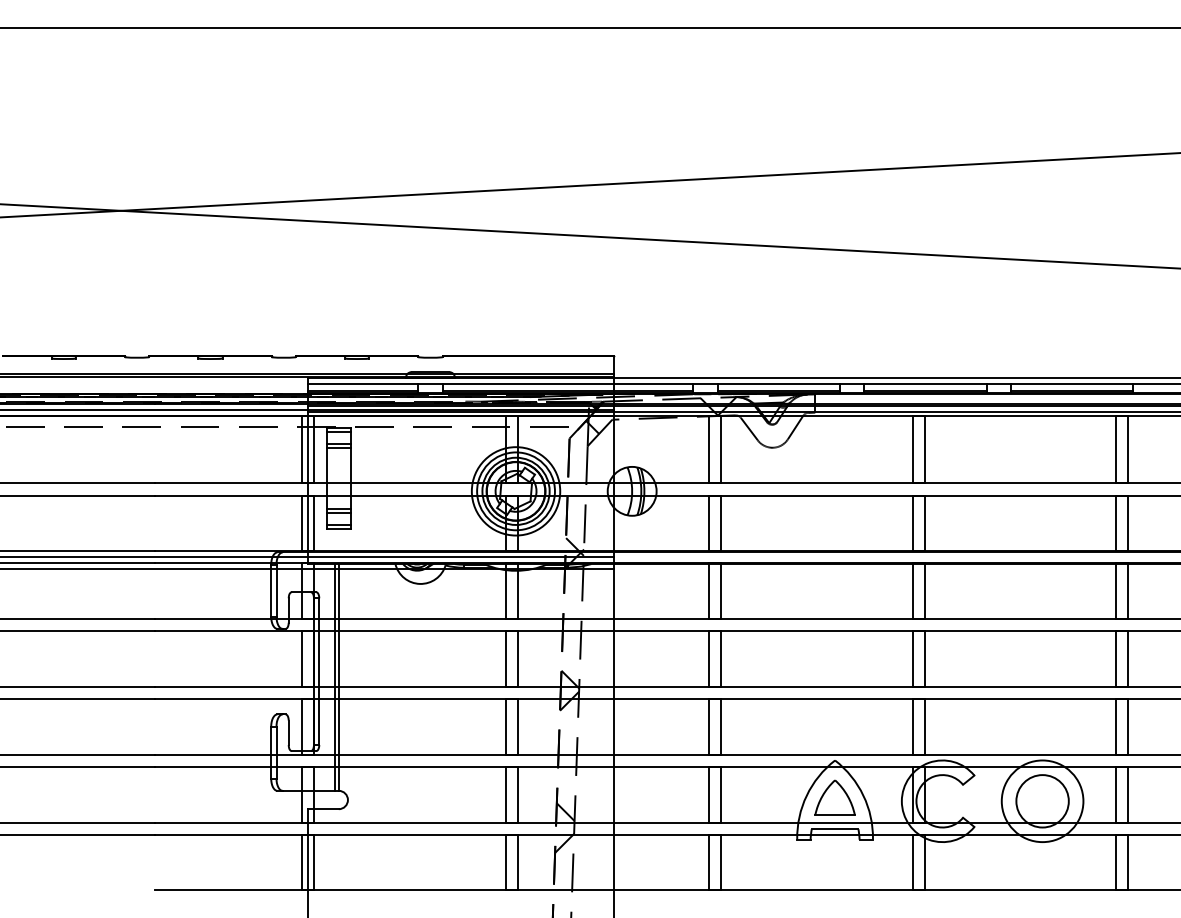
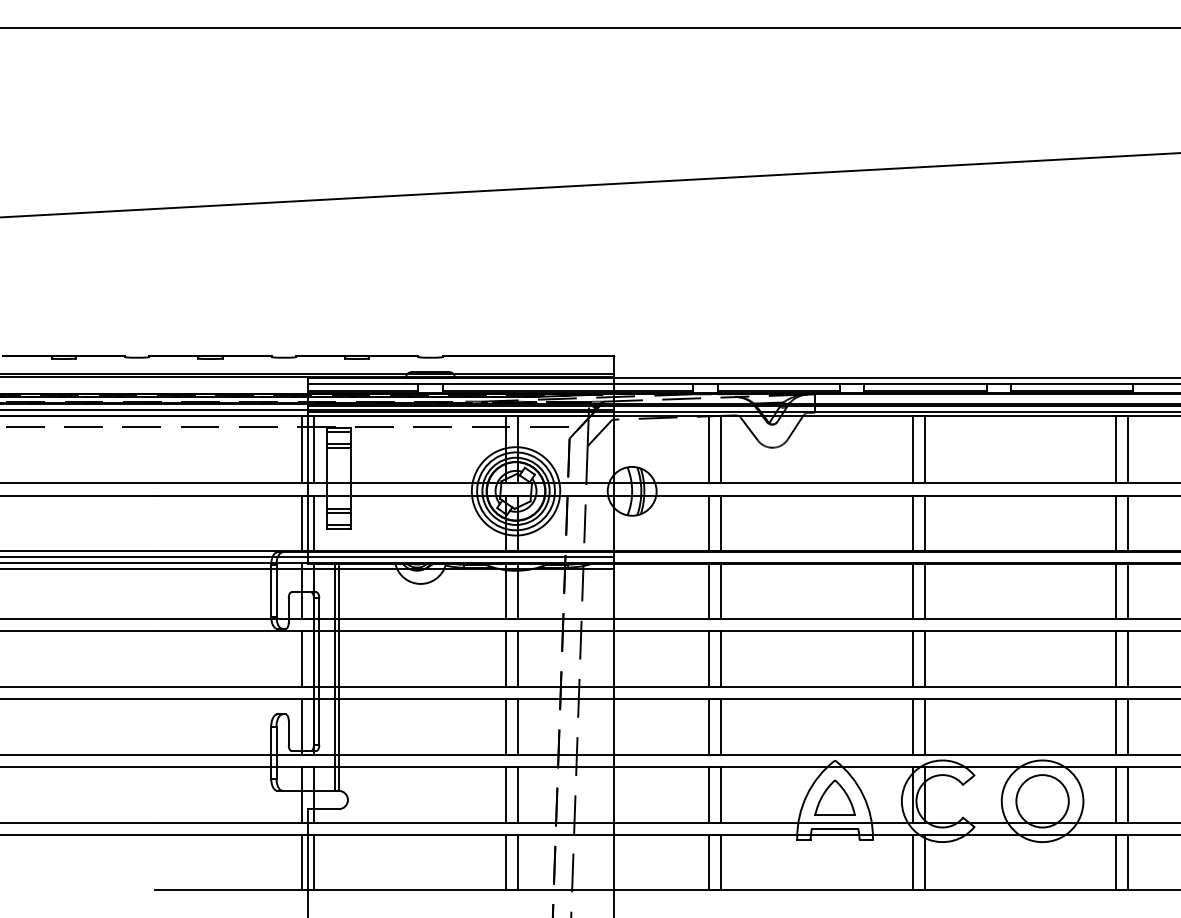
line at (589, 236): present -> none
hatch at (645, 624): present -> none
